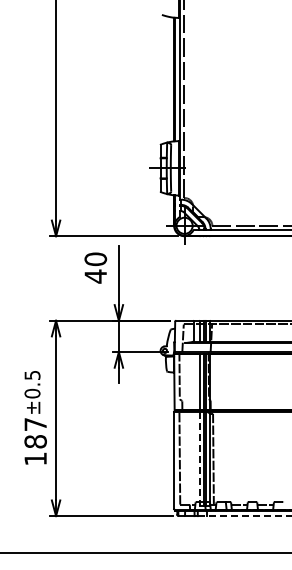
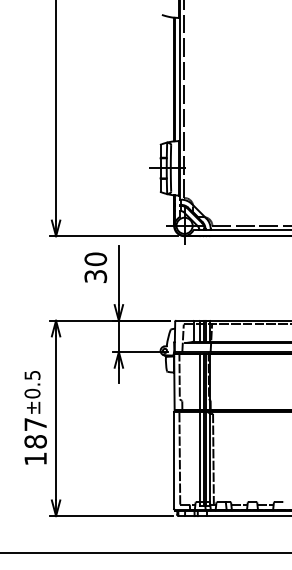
text at (95, 276): 40 -> 30
line at (199, 459): dashed -> solid
line at (244, 515): dashed -> solid
